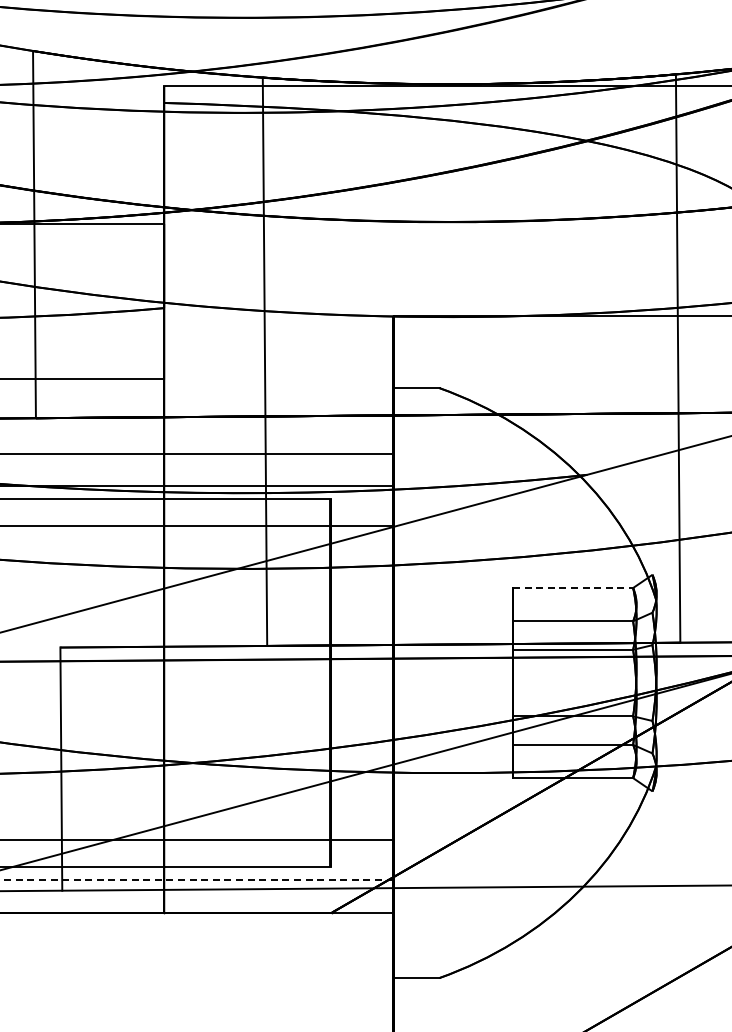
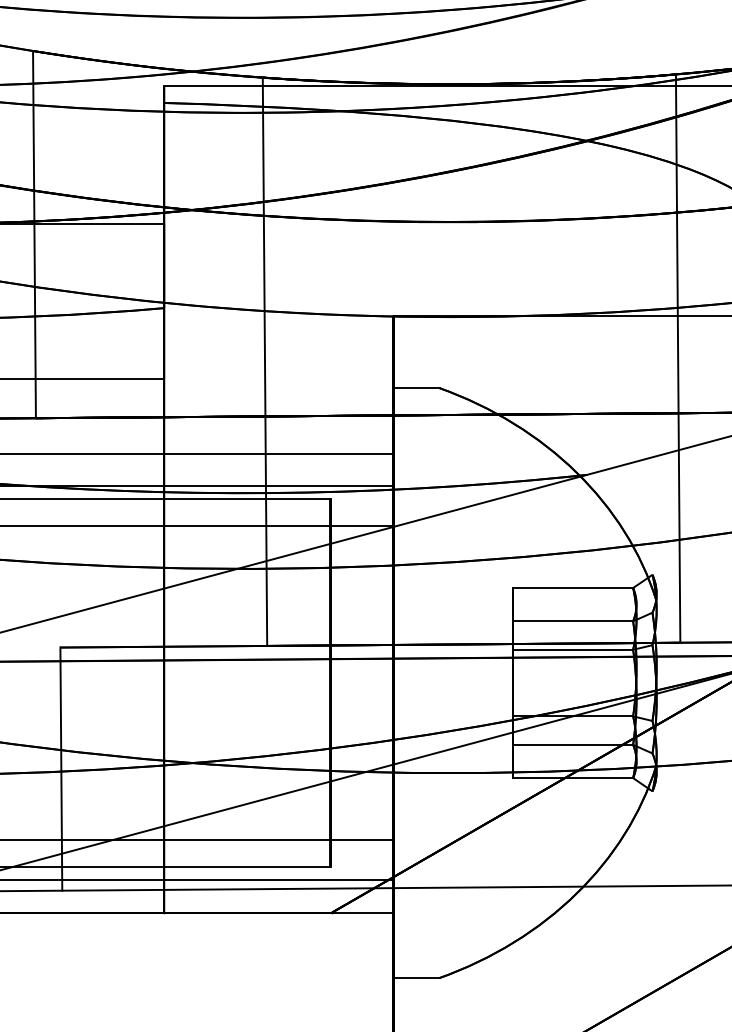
line at (573, 588): dashed -> solid
line at (196, 879): dashed -> solid
